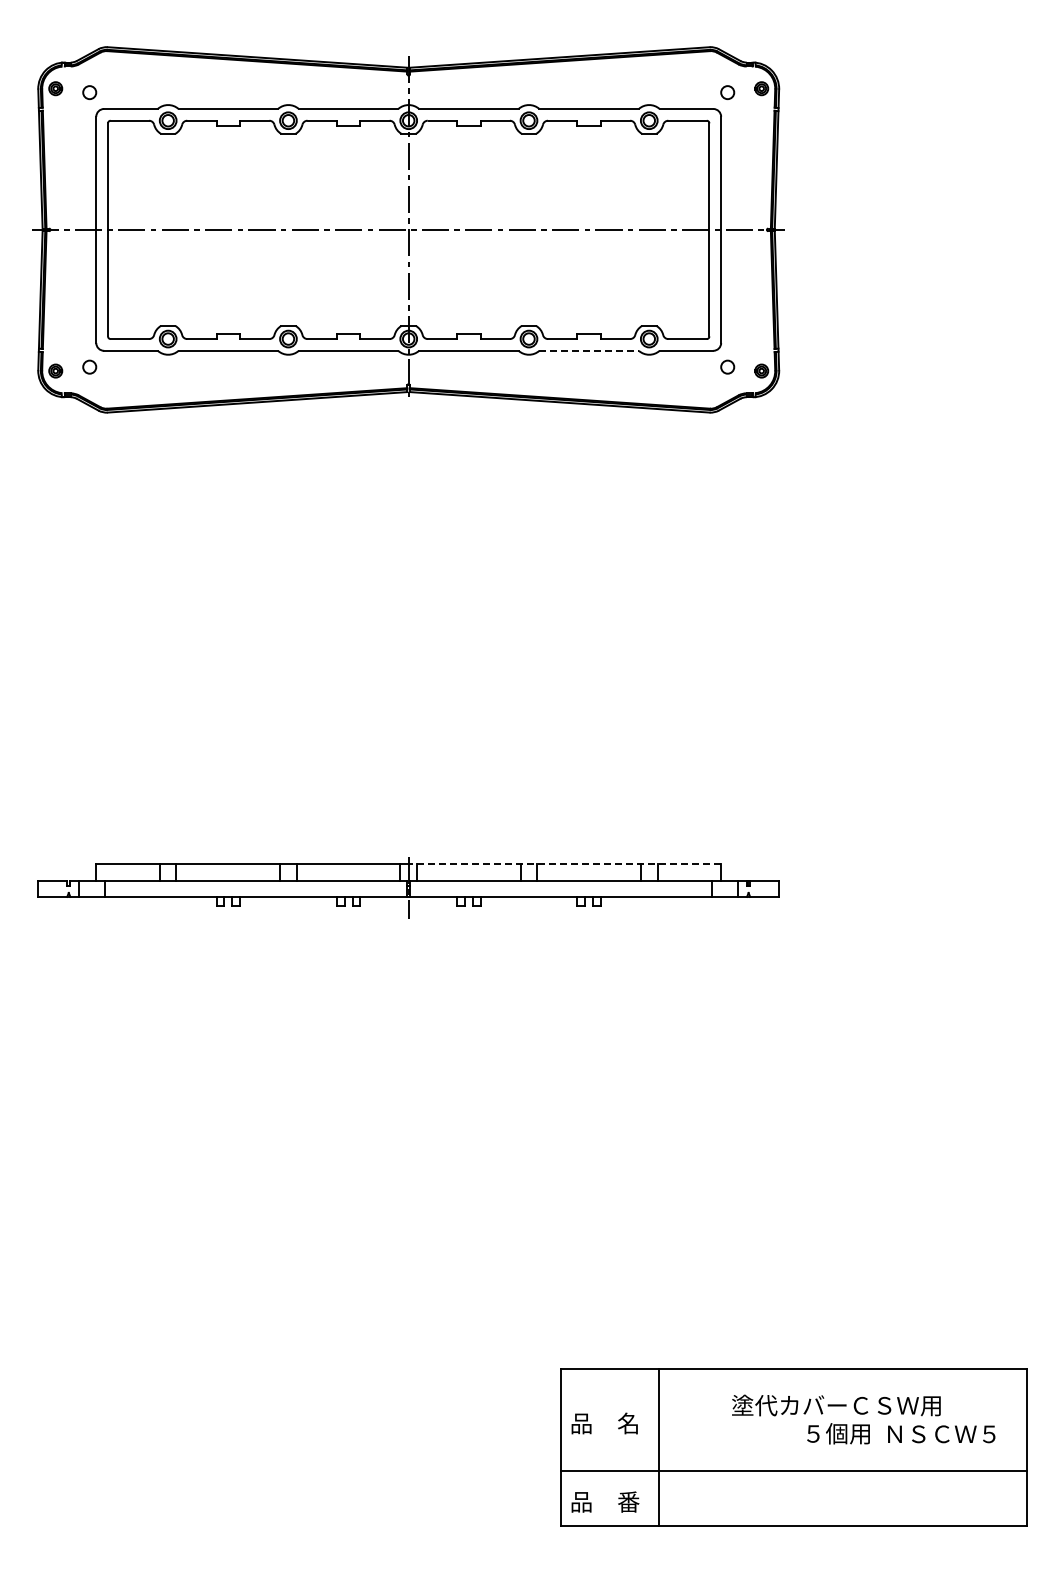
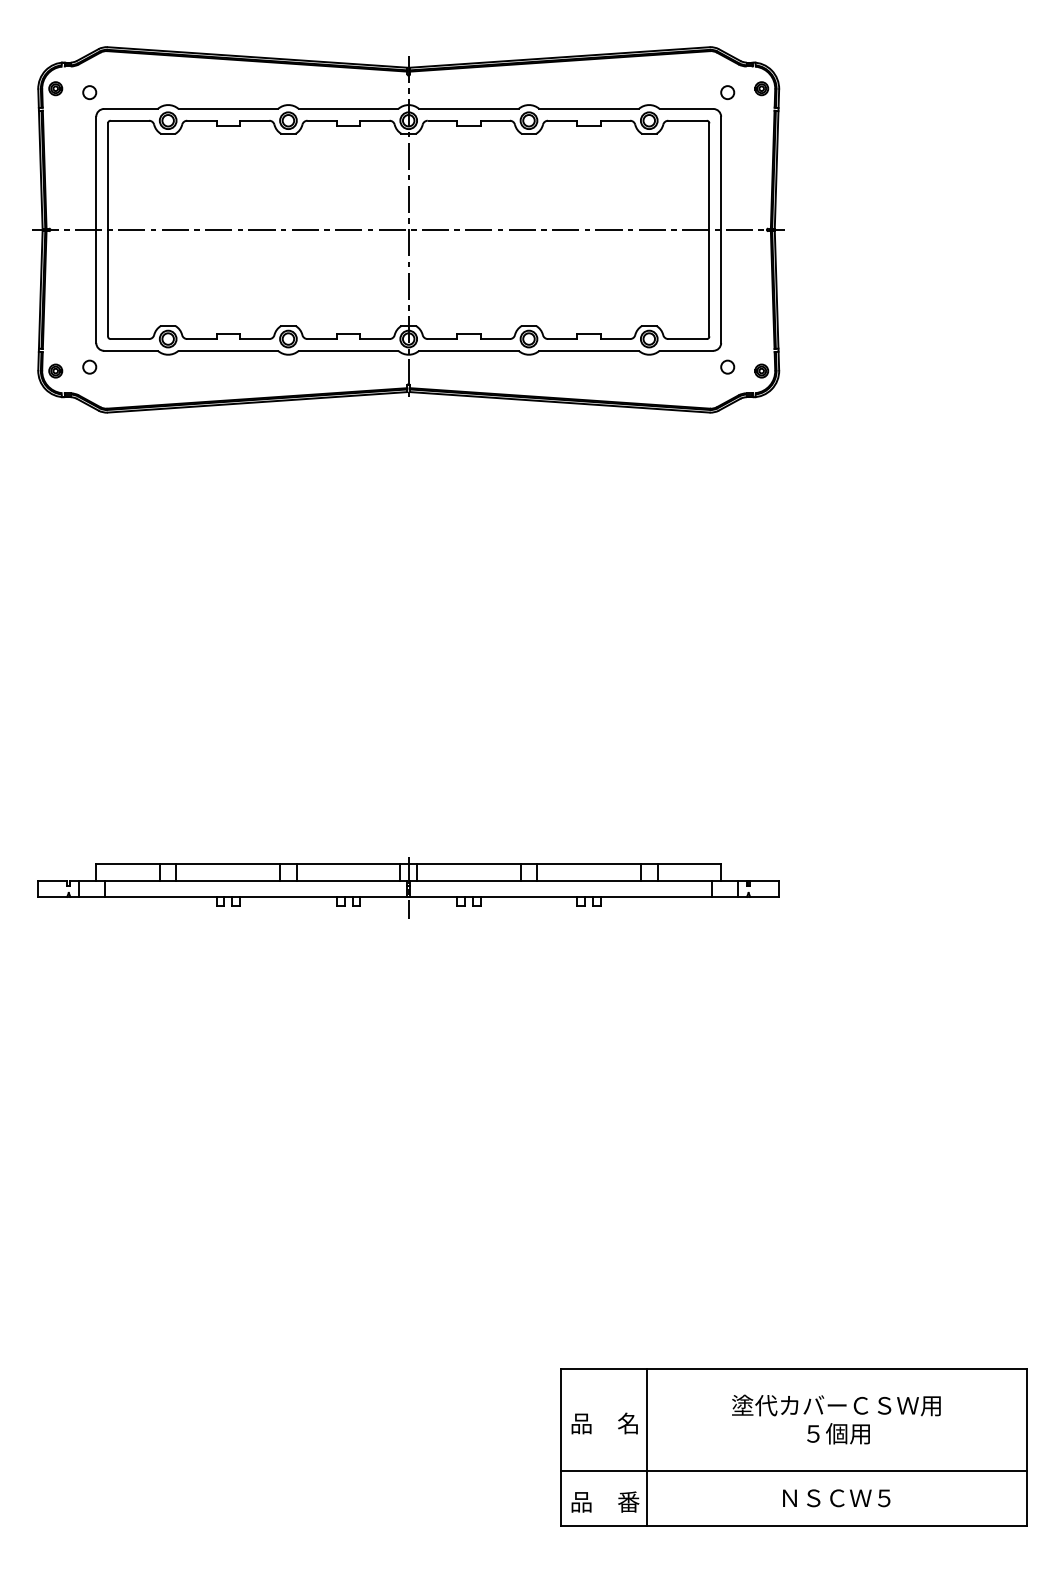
line at (589, 350): dashed -> solid
line at (564, 864): dashed -> solid
text at (941, 1434) position: (941, 1434) -> (836, 1498)
line at (658, 1446) position: (658, 1446) -> (646, 1446)
